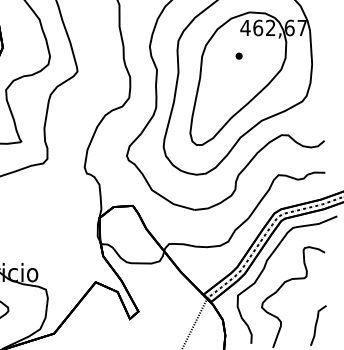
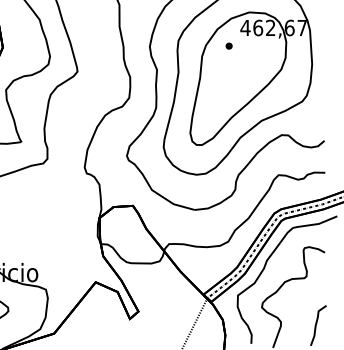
part at (238, 55) position: (238, 55) -> (228, 45)
